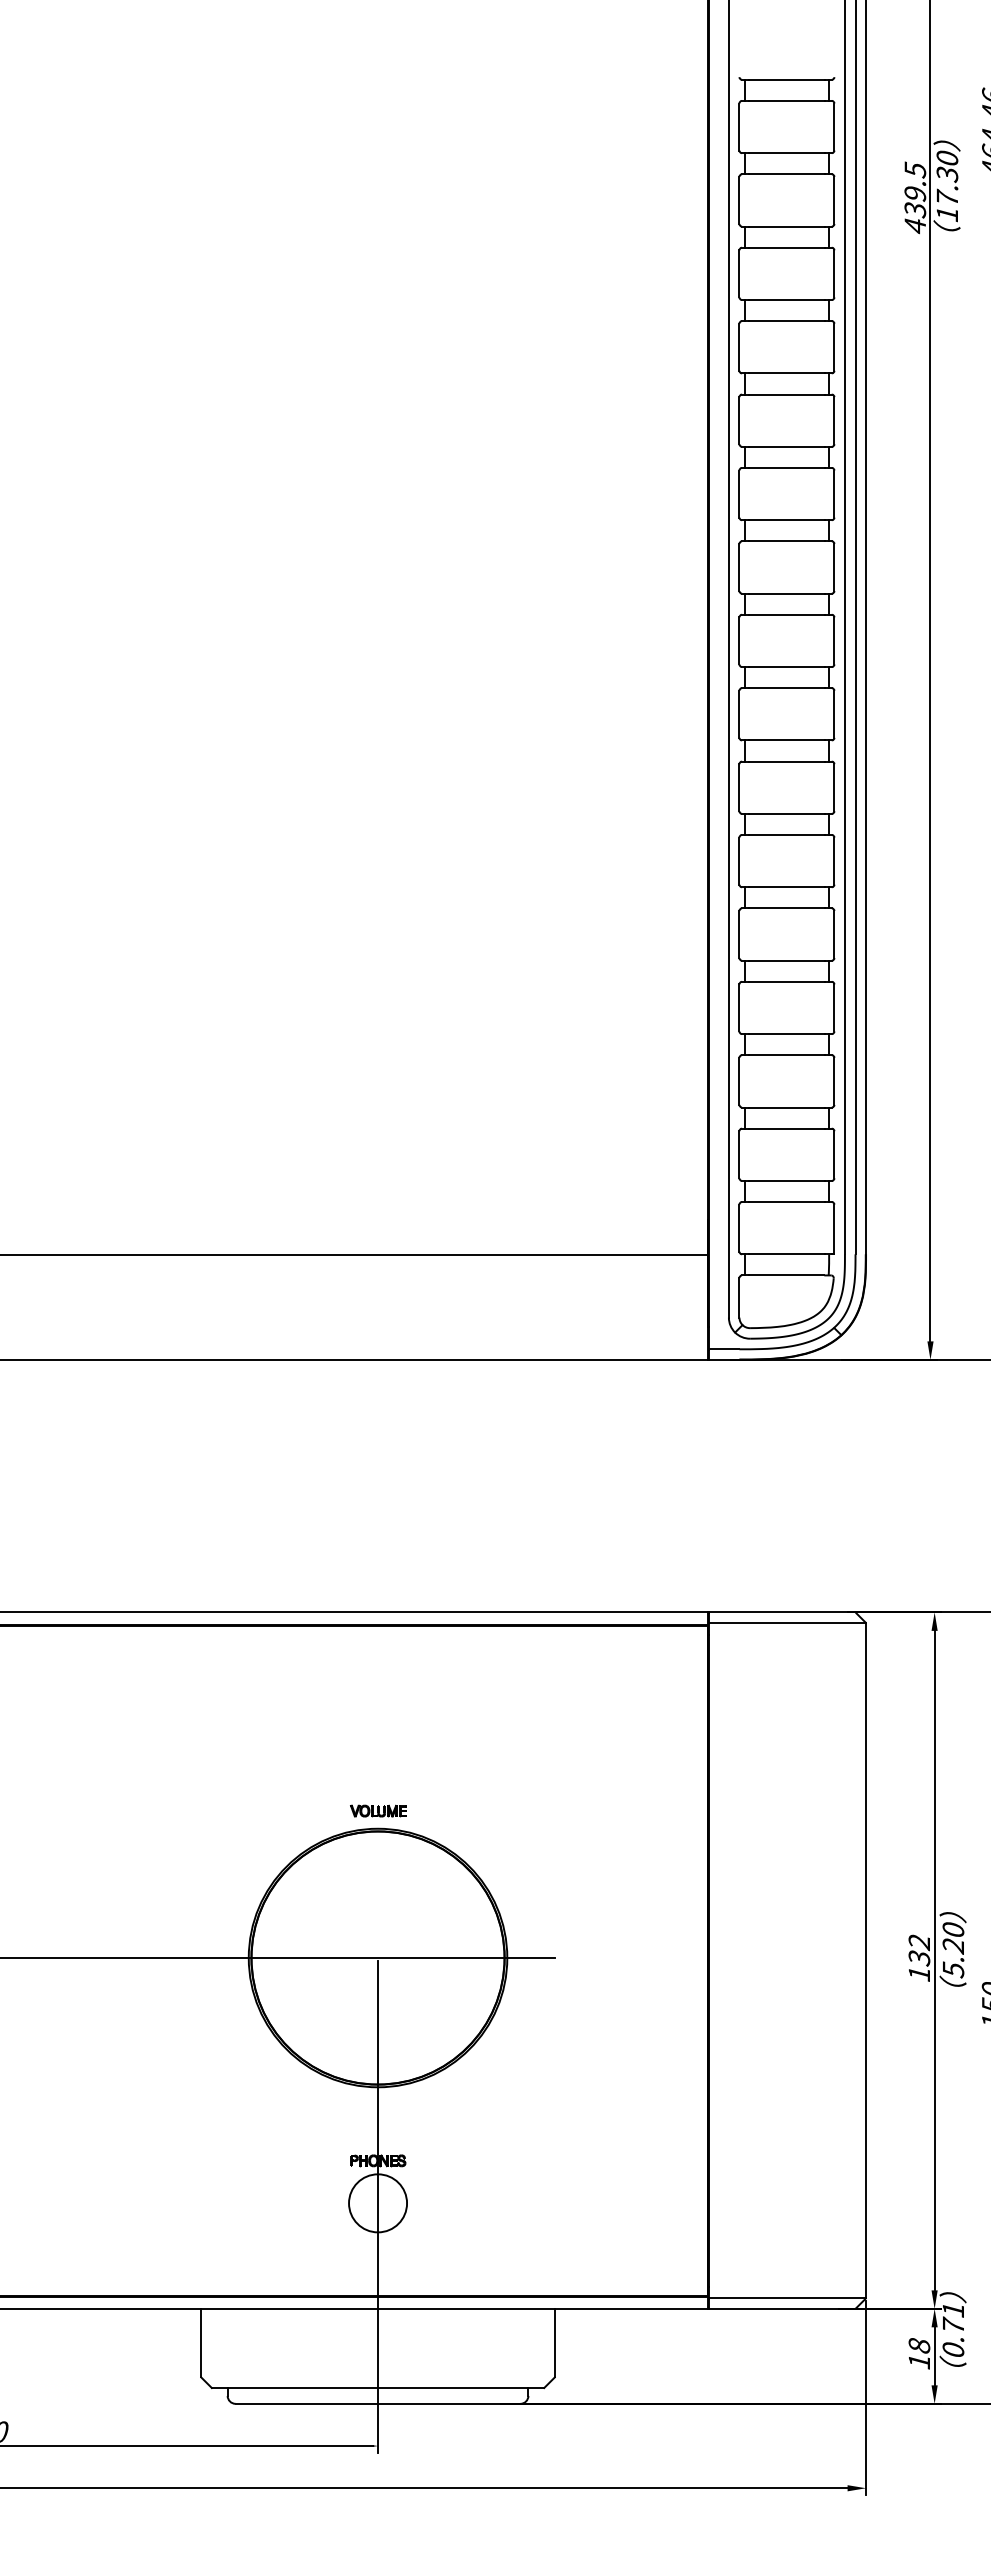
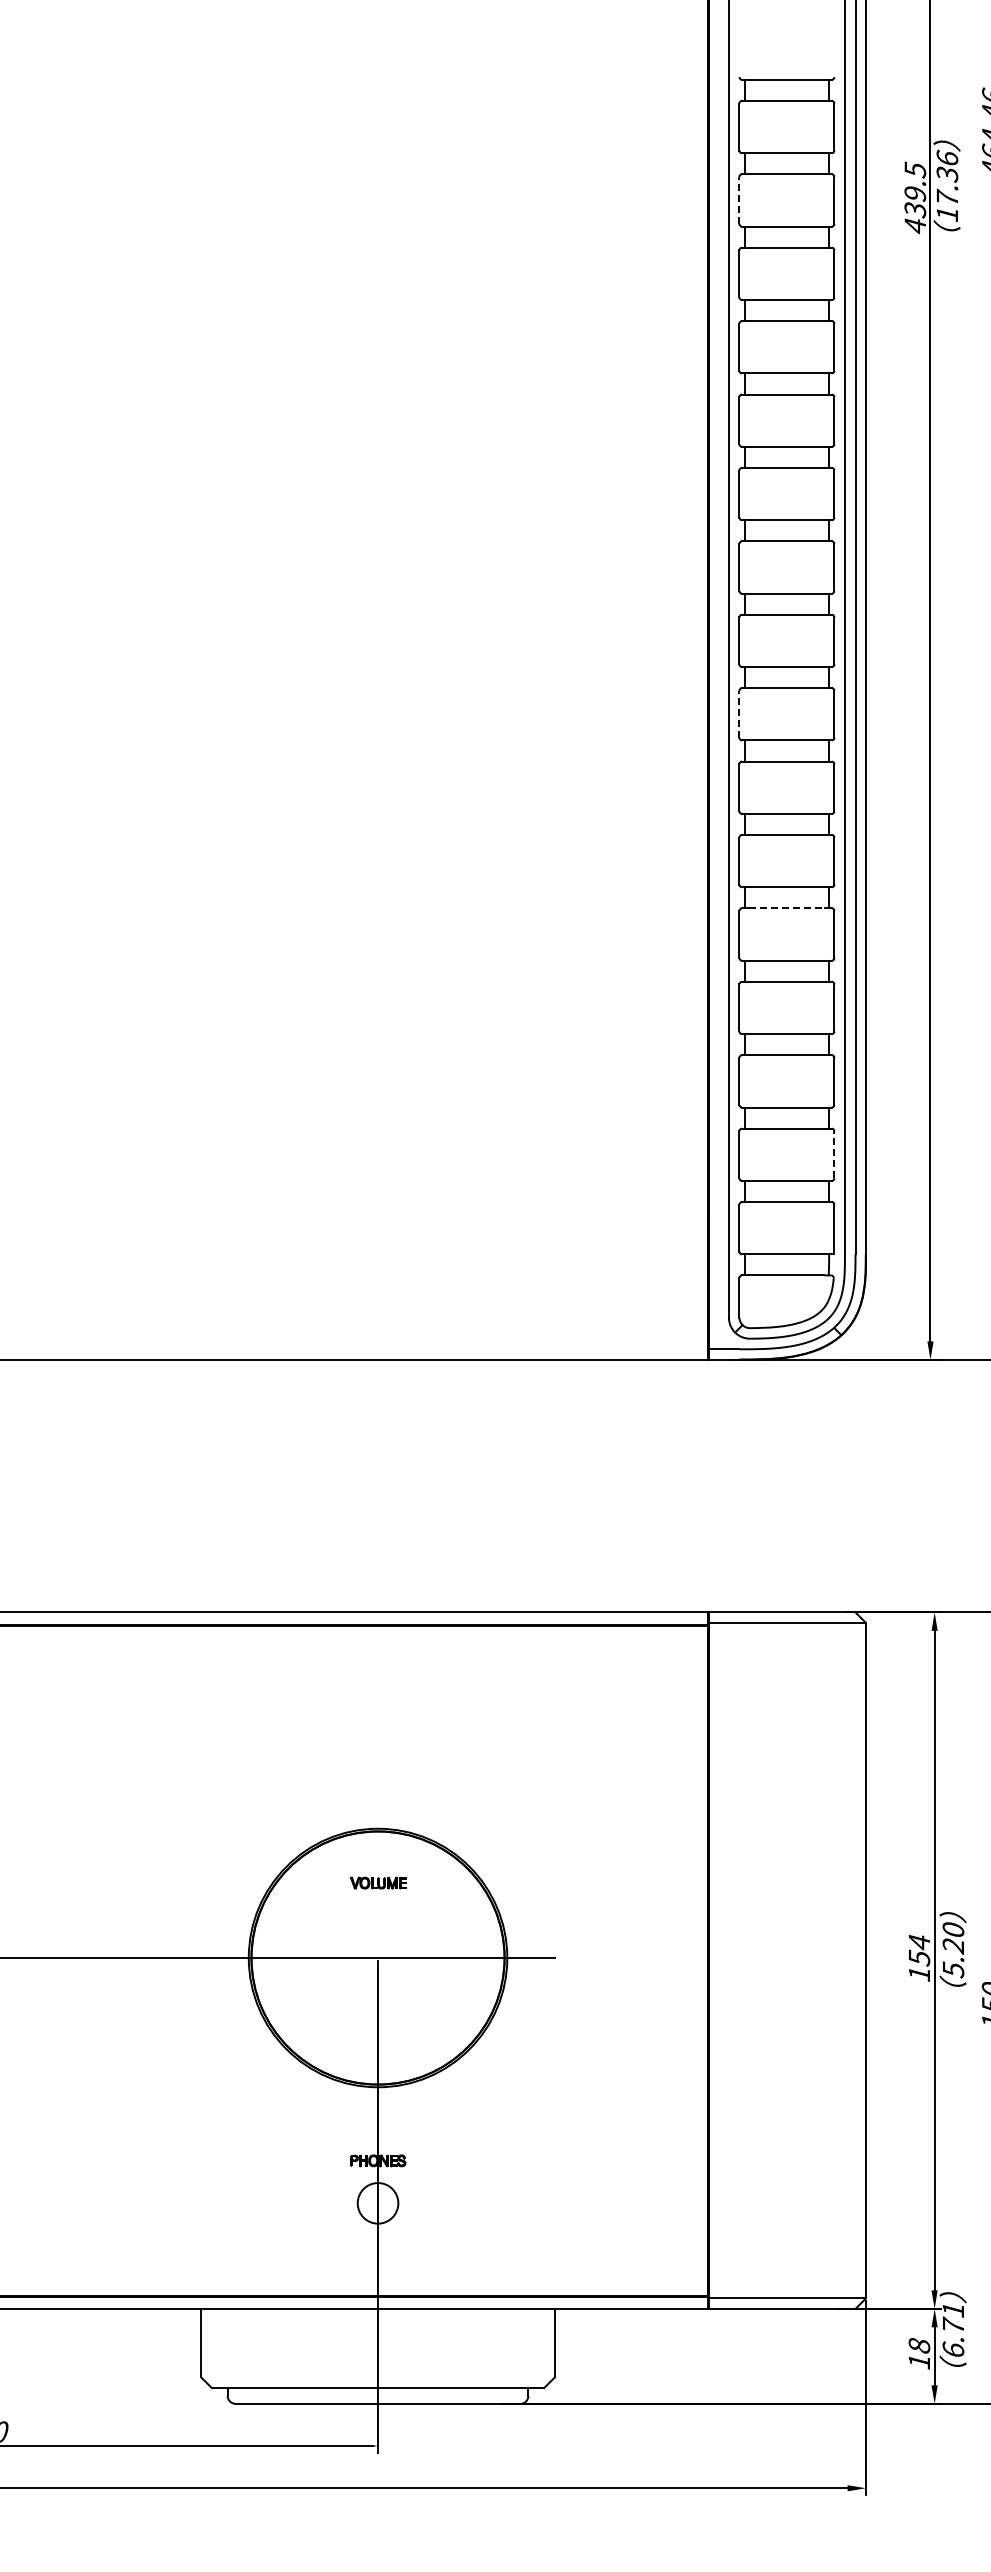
text at (947, 157): 17.30 -> 17.36
line at (739, 200): solid -> dashed
line at (739, 714): solid -> dashed
line at (786, 908): solid -> dashed
line at (834, 1154): solid -> dashed
line at (354, 1255): present -> none
part at (378, 1810) position: (378, 1810) -> (378, 1882)
text at (918, 1949): 132 -> 154
circle at (378, 2203) diameter: 58 px -> 41 px
text at (953, 2348): 0.71 -> 6.71
